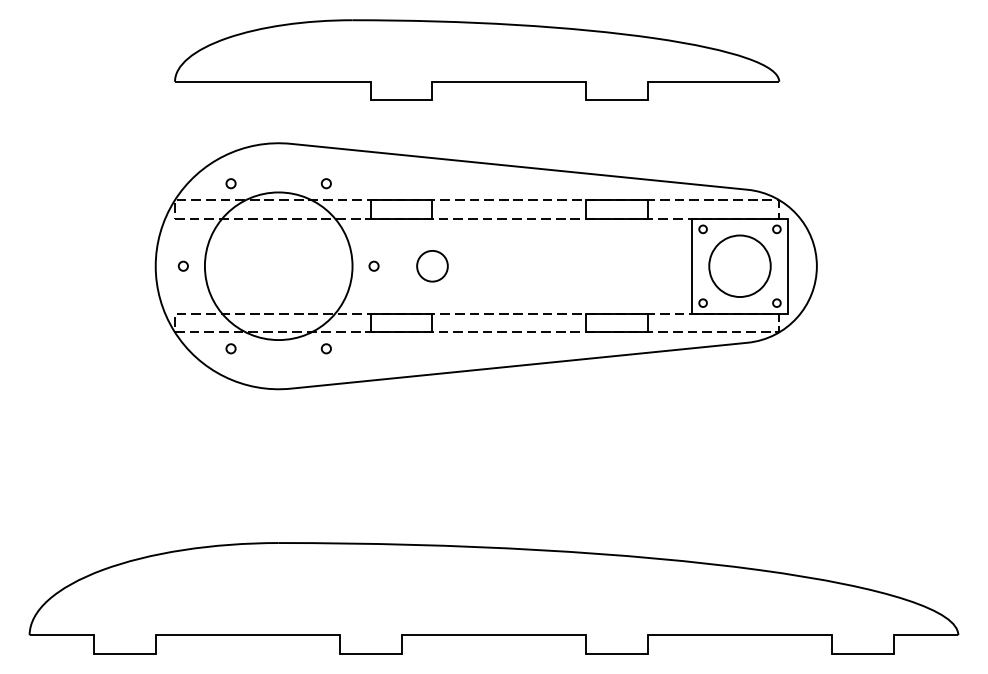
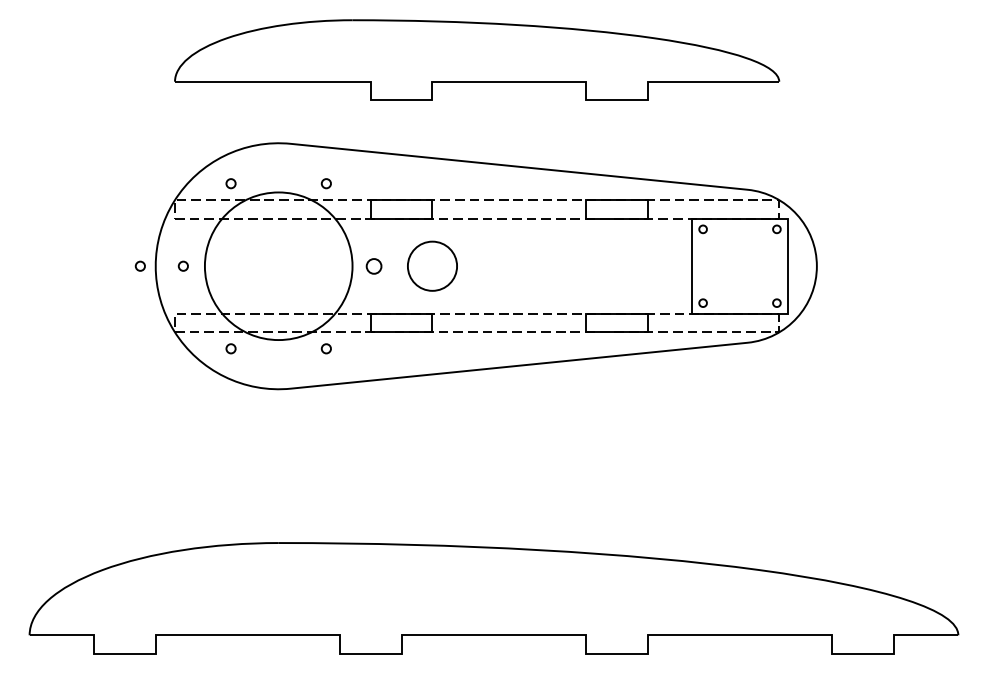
circle at (139, 265): none -> present
circle at (373, 265) size: 12x12 px -> 18x17 px
circle at (432, 265) diameter: 31 px -> 49 px
part at (739, 265): present -> none
